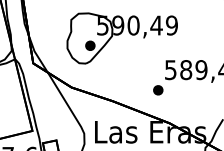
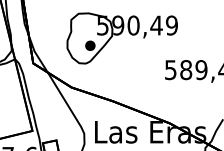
part at (158, 90): present -> none
